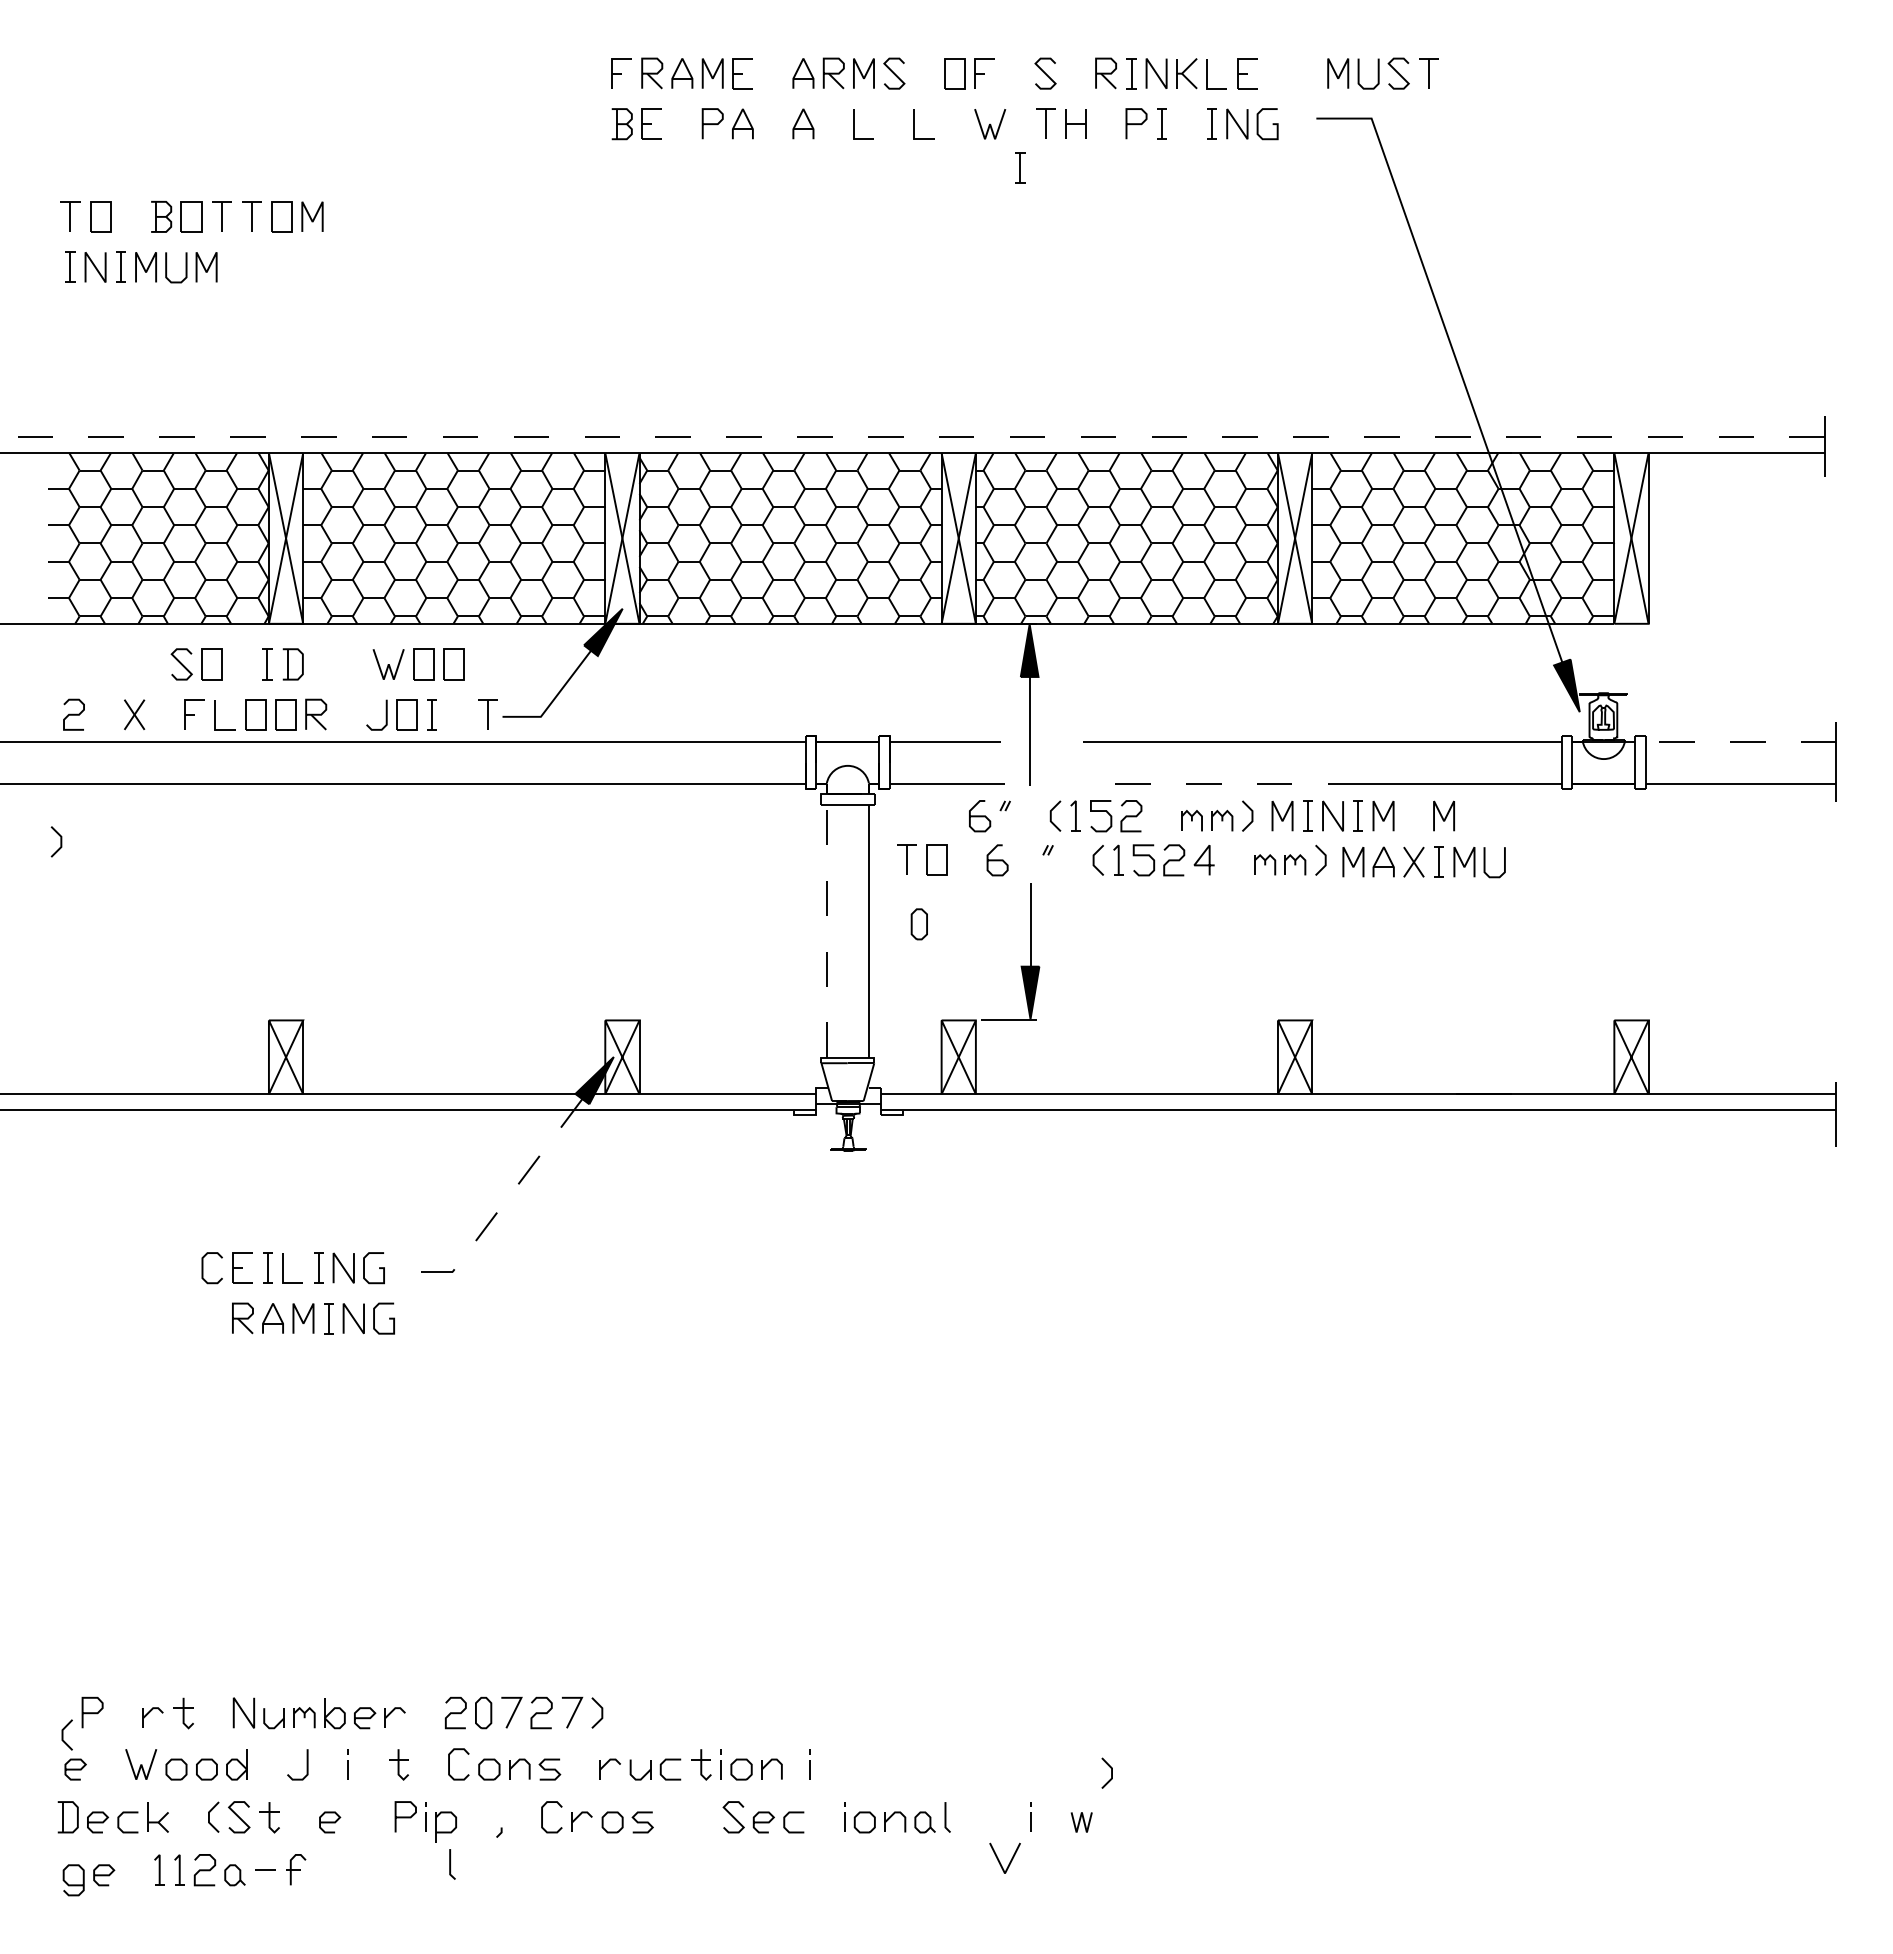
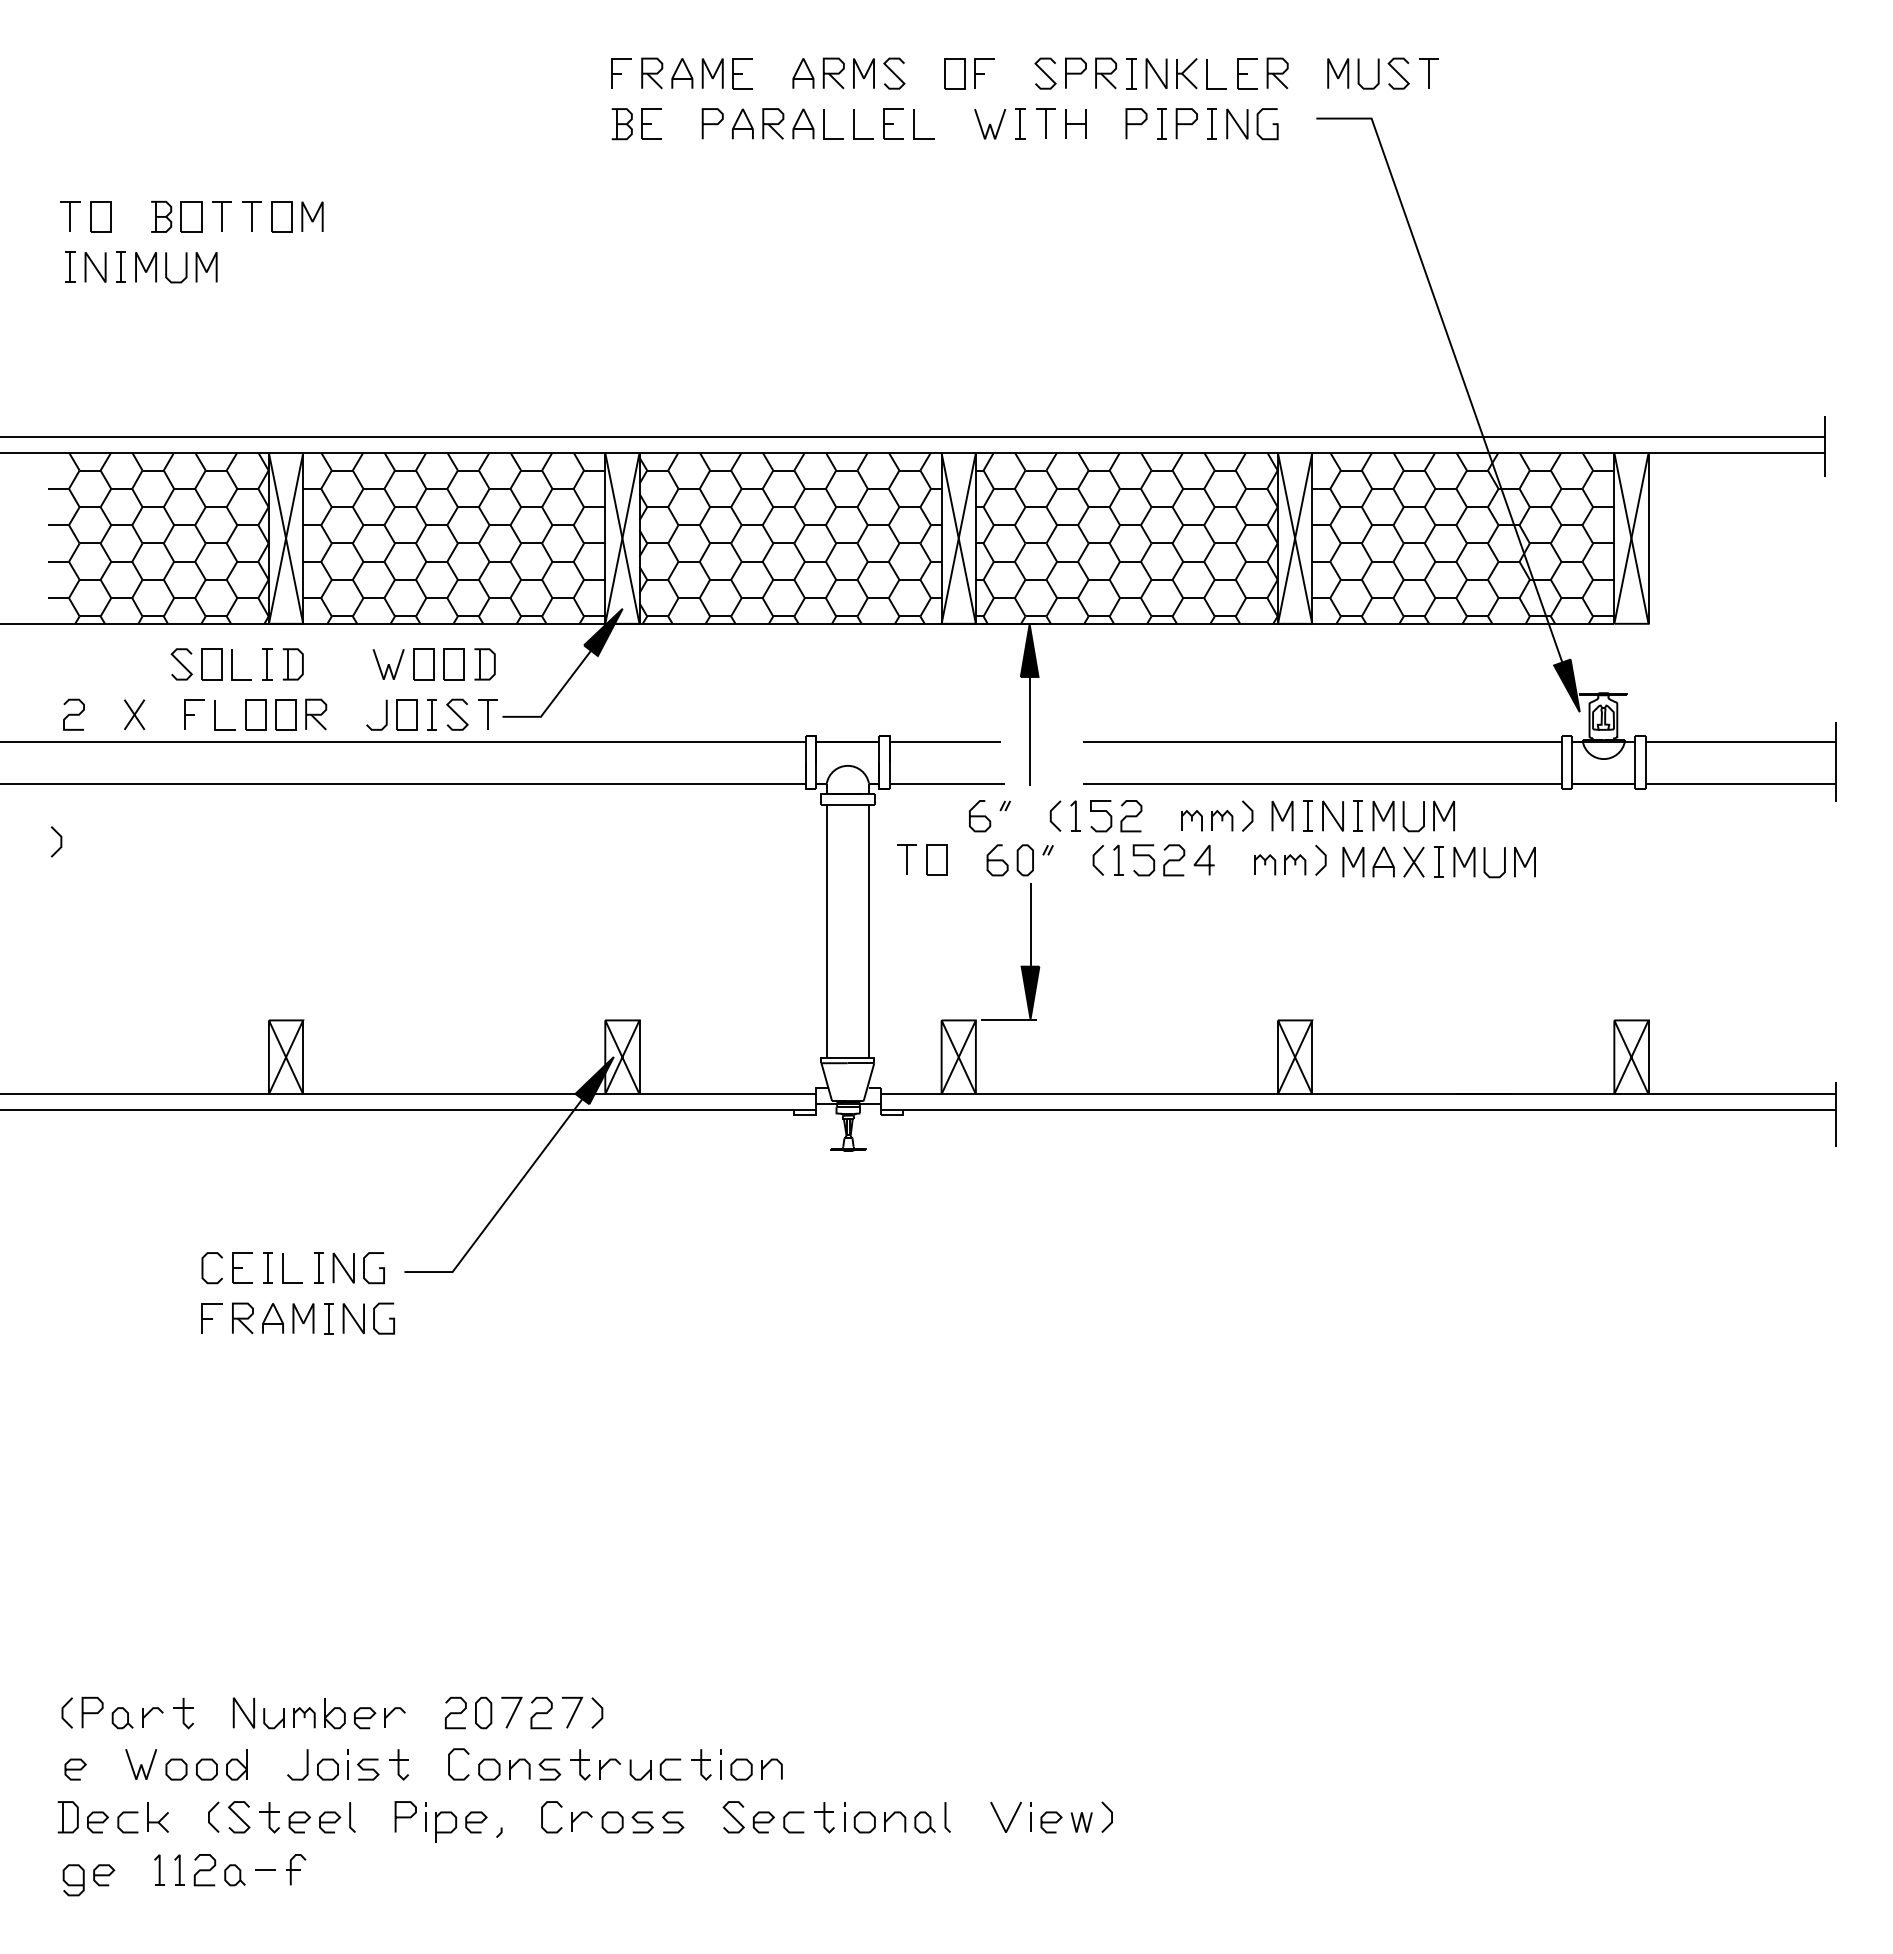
curve at (1075, 72): none -> present
part at (1277, 72): none -> present
part at (773, 123): none -> present
part at (893, 123): none -> present
curve at (1186, 123): none -> present
line at (824, 124): none -> present
part at (1020, 167) position: (1020, 167) -> (1020, 123)
line at (911, 437): dashed -> solid
line at (232, 664): none -> present
part at (484, 664): none -> present
curve at (457, 714): none -> present
line at (1740, 741): dashed -> solid
line at (1222, 783): dashed -> solid
curve at (1404, 816): none -> present
line at (1523, 861): none -> present
part at (918, 924) position: (918, 924) -> (1024, 860)
line at (826, 931): dashed -> solid
line at (502, 1205): dashed -> solid
part at (211, 1318): none -> present
part at (122, 1718): none -> present
line at (63, 1734) position: (63, 1734) -> (63, 1712)
part at (580, 1764): none -> present
line at (809, 1764): present -> none
part at (327, 1769): none -> present
curve at (368, 1769): none -> present
line at (1111, 1772) position: (1111, 1772) -> (1111, 1816)
part at (824, 1817): none -> present
curve at (299, 1822): none -> present
curve at (476, 1822): none -> present
curve at (673, 1822): none -> present
curve at (1051, 1822): none -> present
line at (999, 1859) position: (999, 1859) -> (1000, 1818)
line at (450, 1864) position: (450, 1864) -> (350, 1817)
